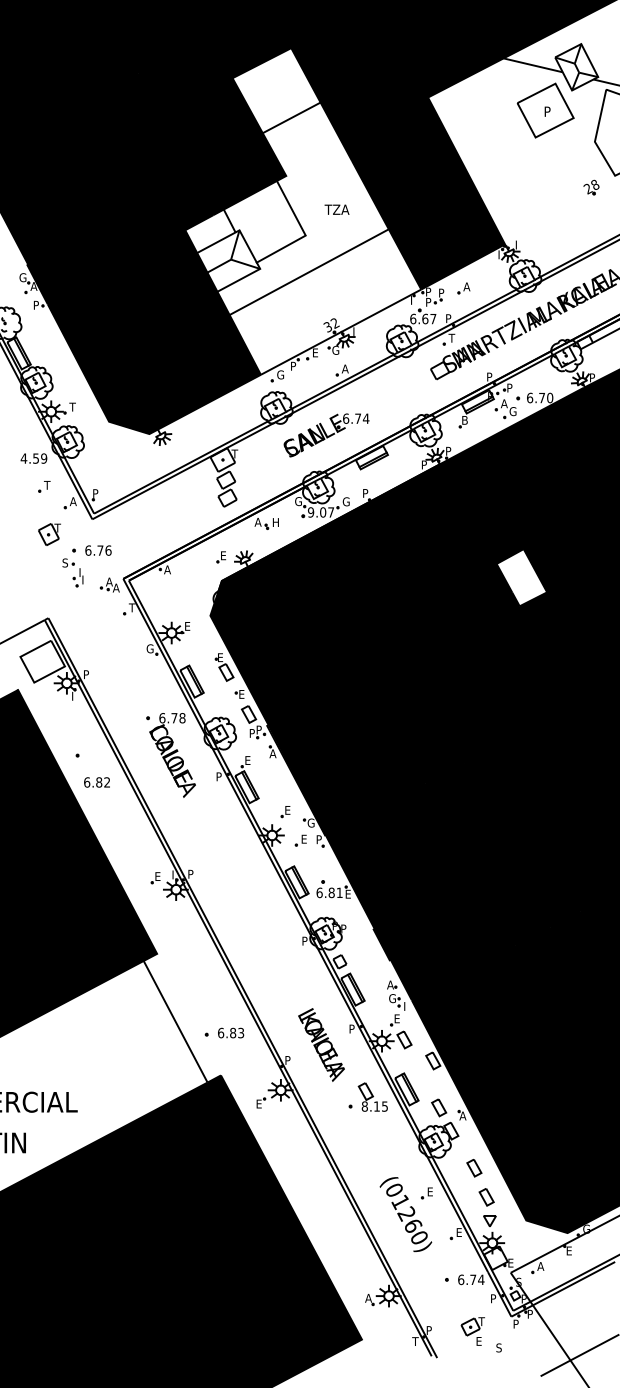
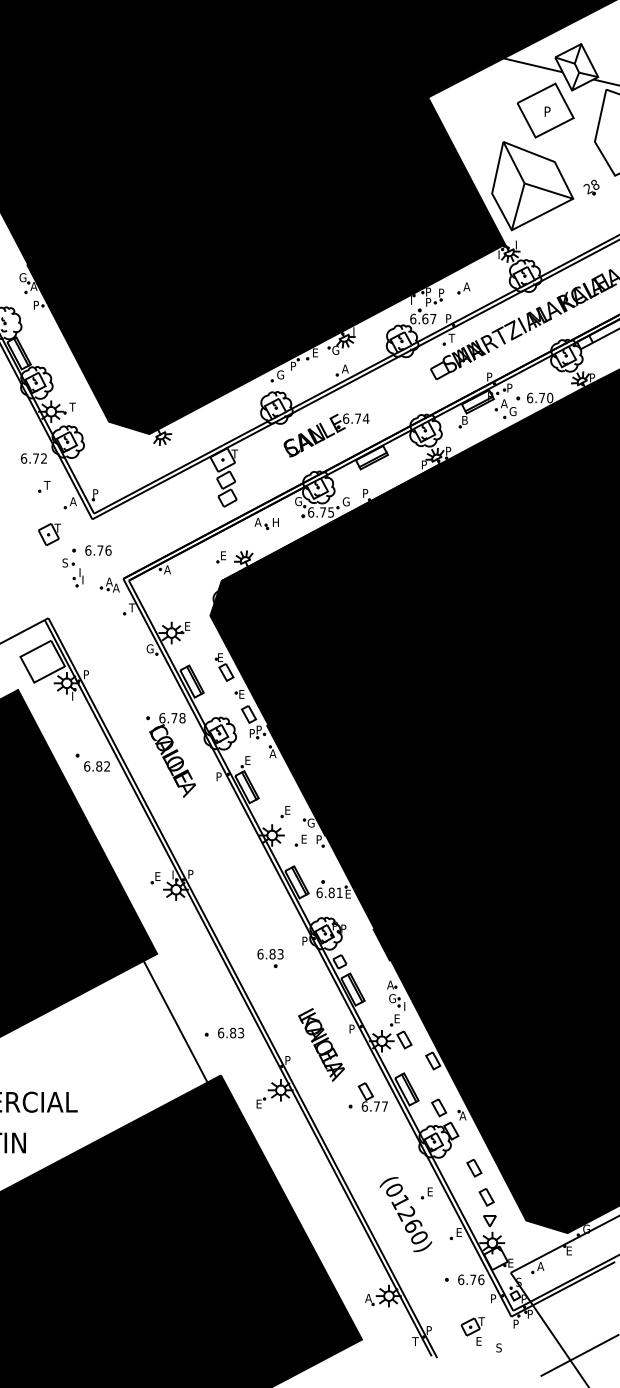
part at (532, 186): none -> present
fill at (303, 211): none -> present
text at (33, 458): 4.59 -> 6.72
text at (320, 512): 9.07 -> 6.75
fill at (521, 577): none -> present
text at (96, 782) position: (96, 782) -> (96, 766)
part at (270, 958): none -> present
text at (374, 1106): 8.15 -> 6.77
text at (481, 1279): 6.74 -> 6.76
